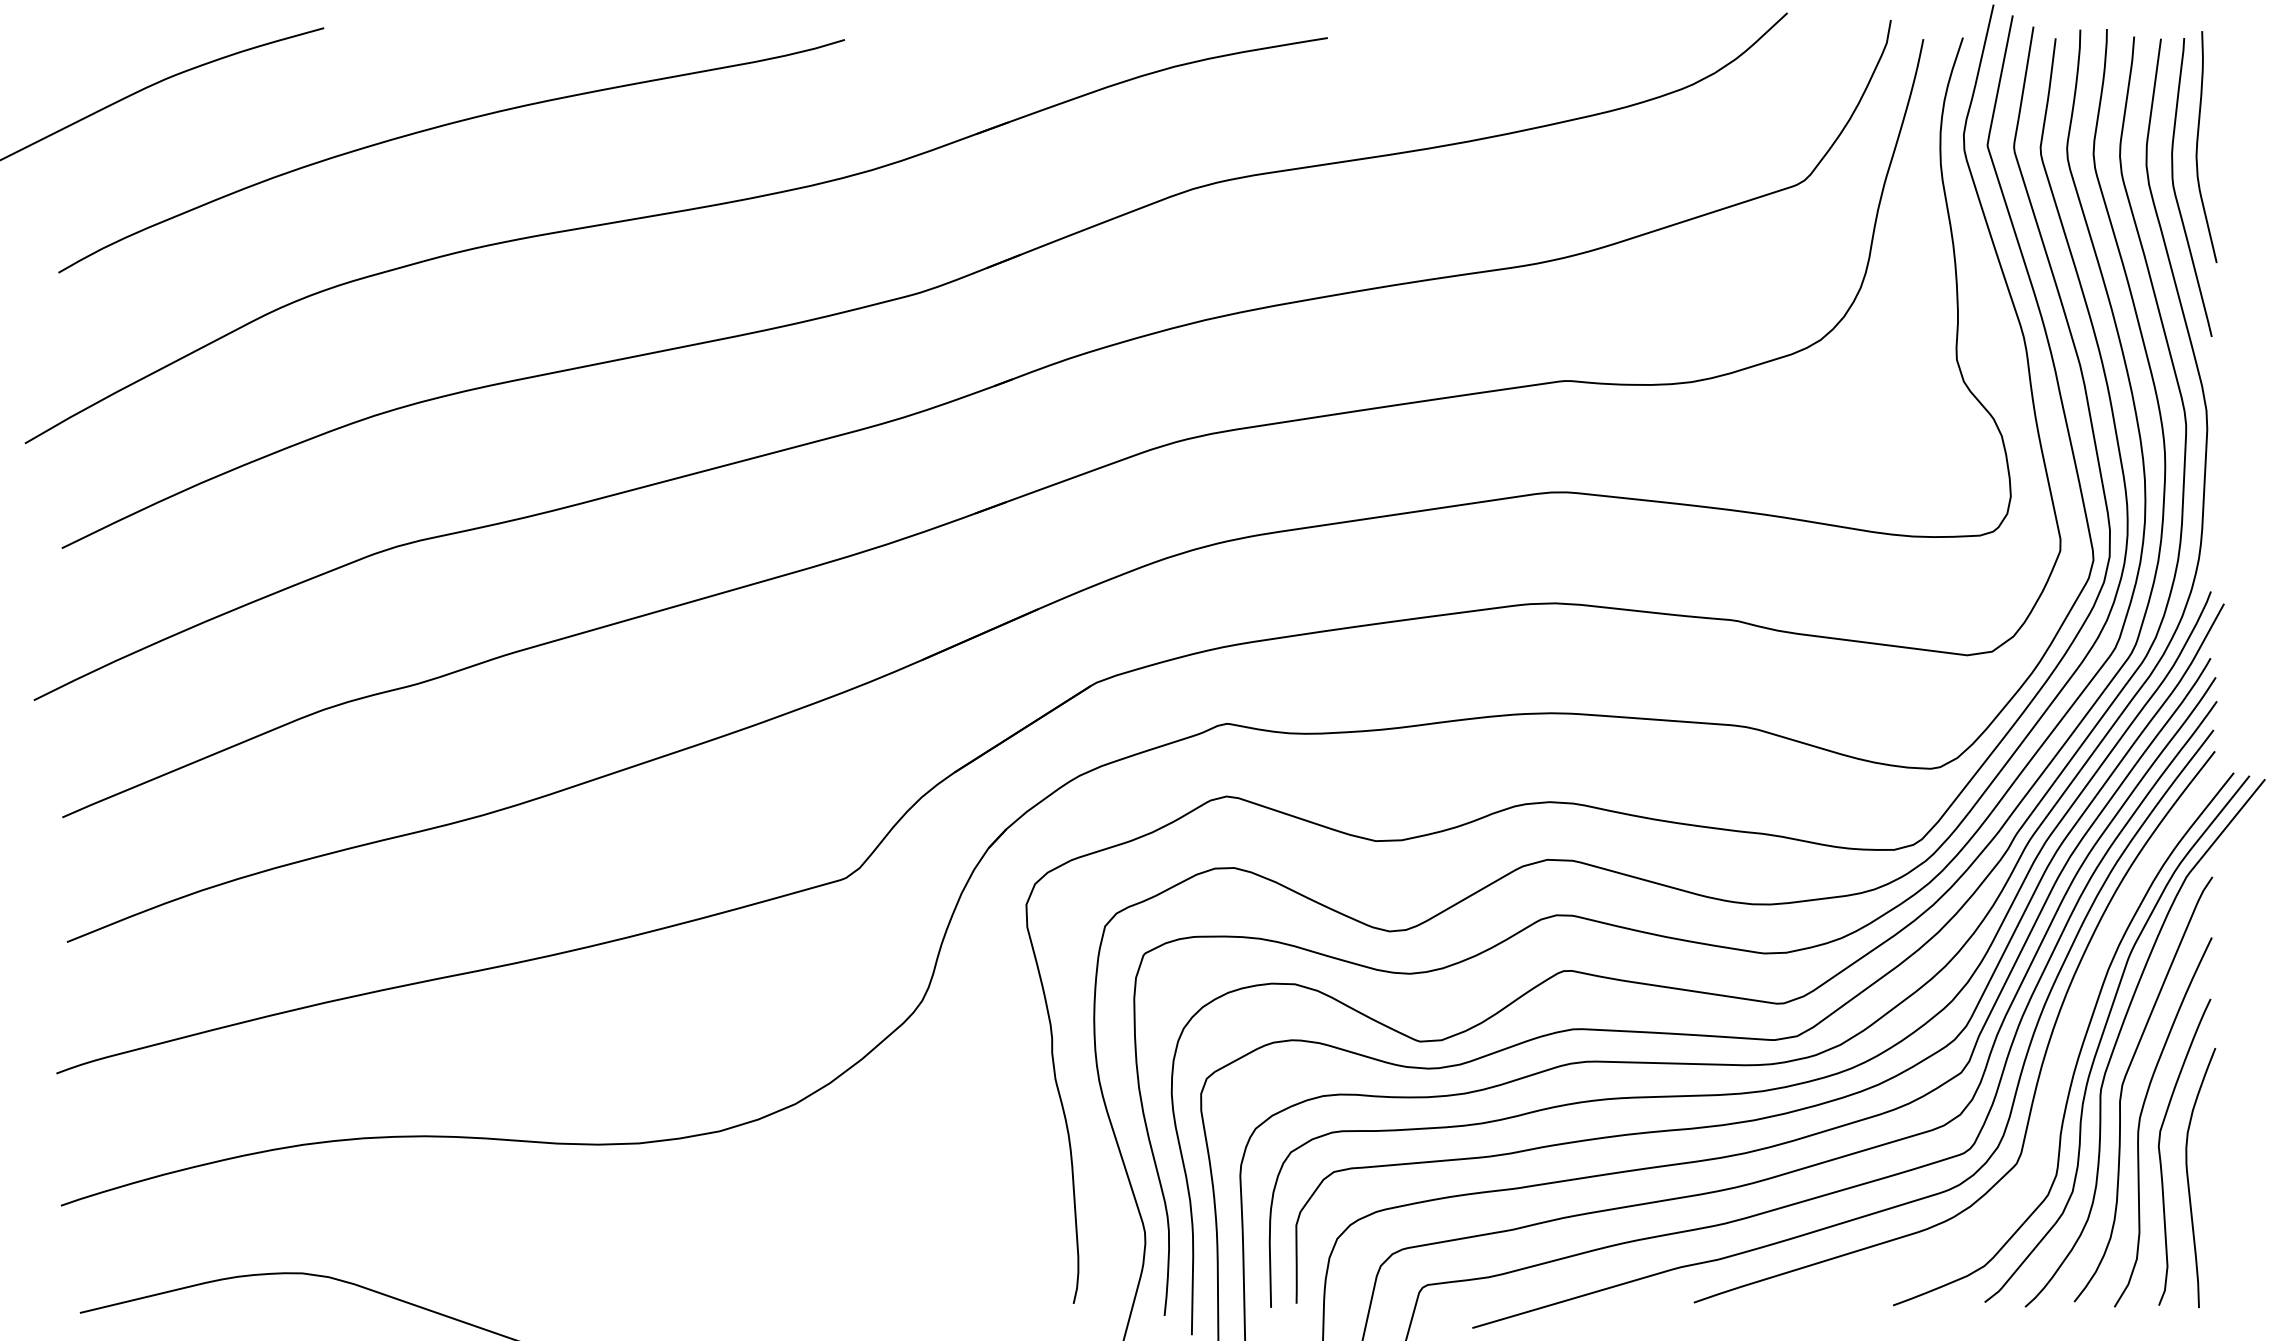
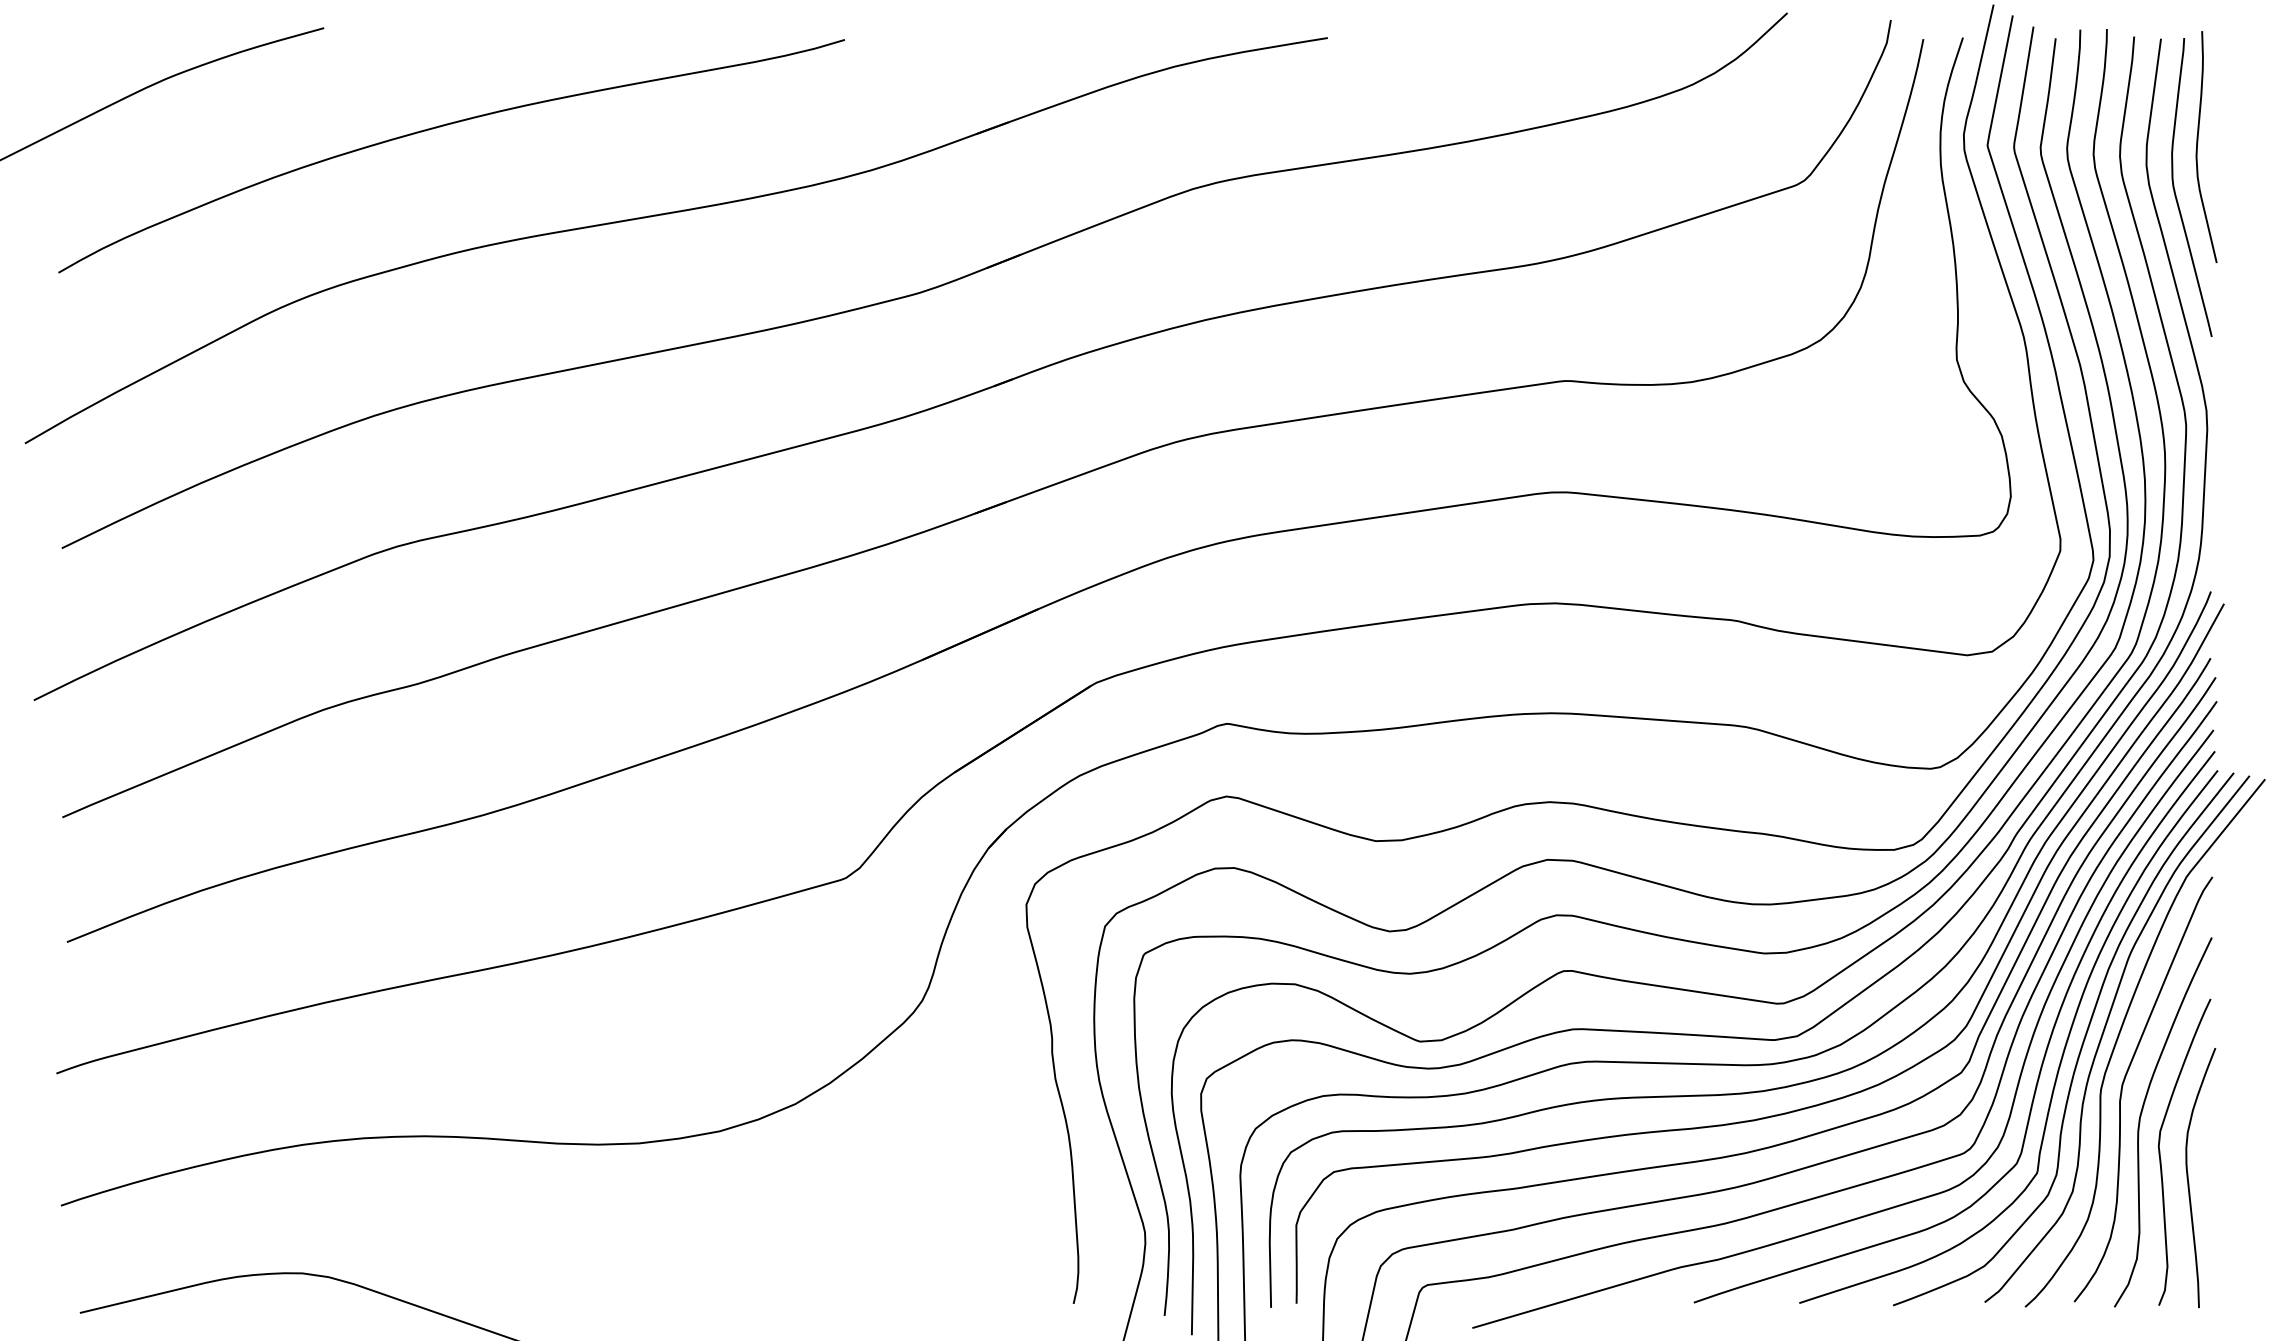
curve at (2063, 1048): none -> present
